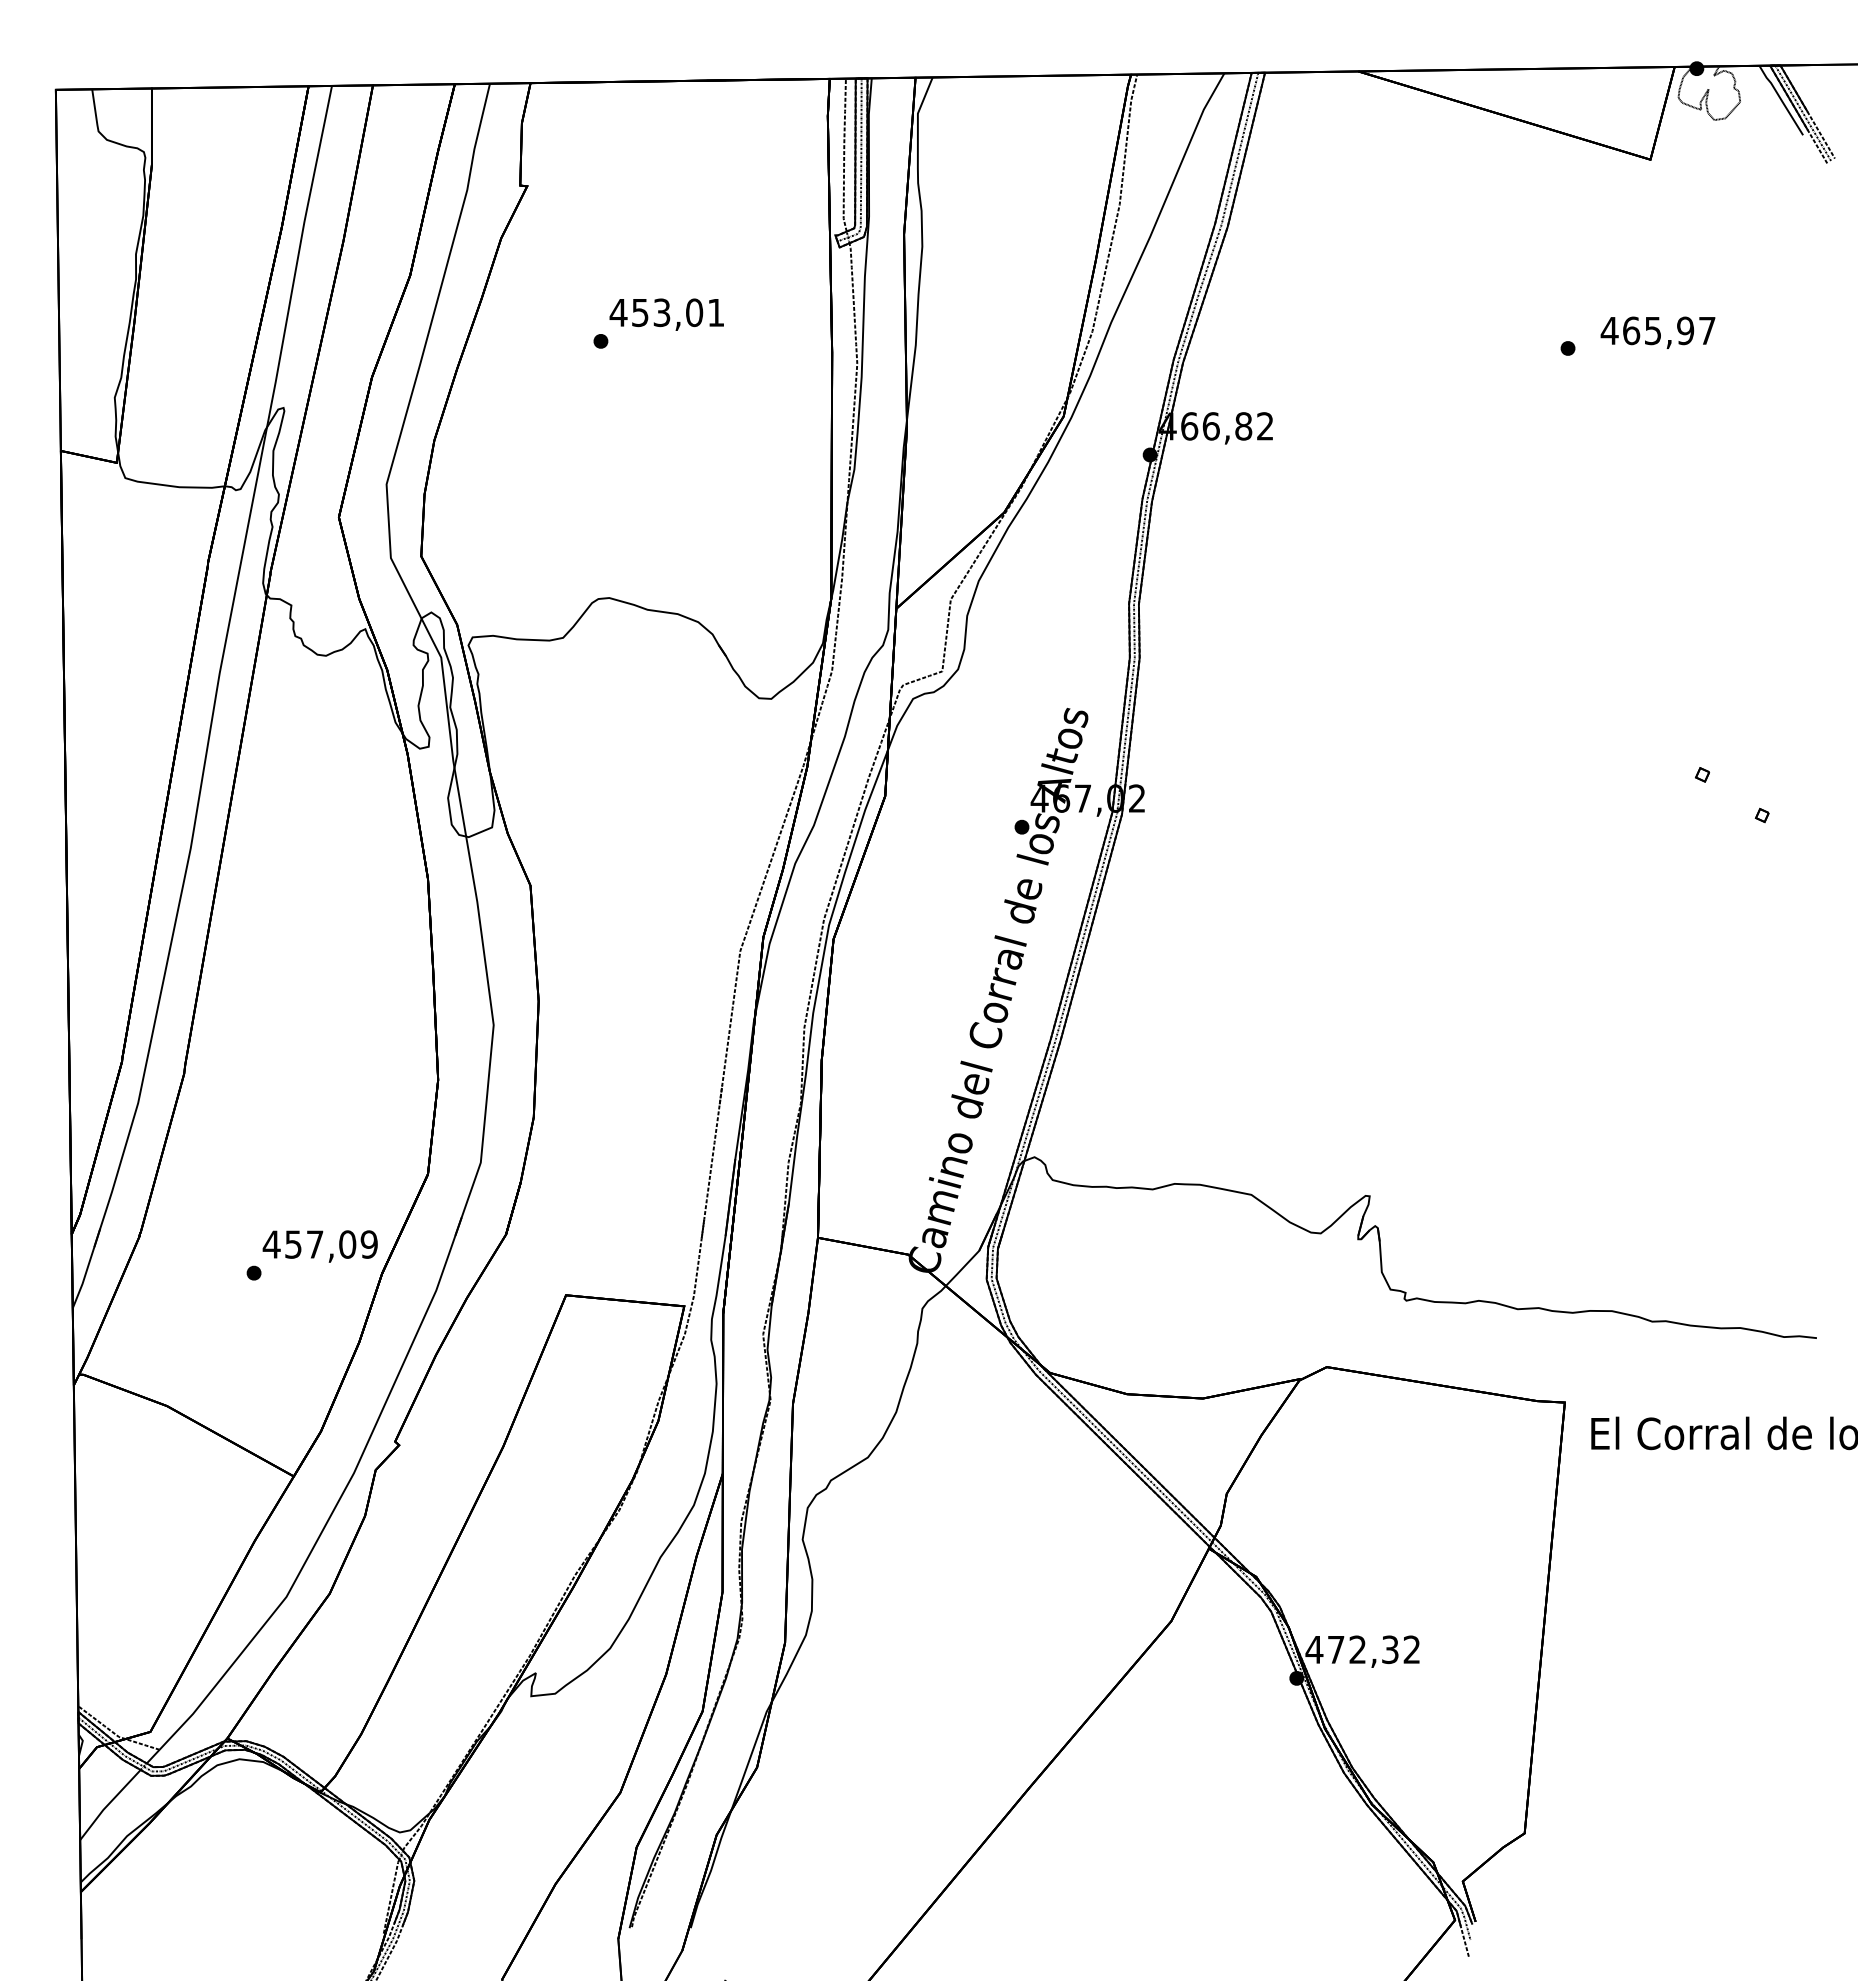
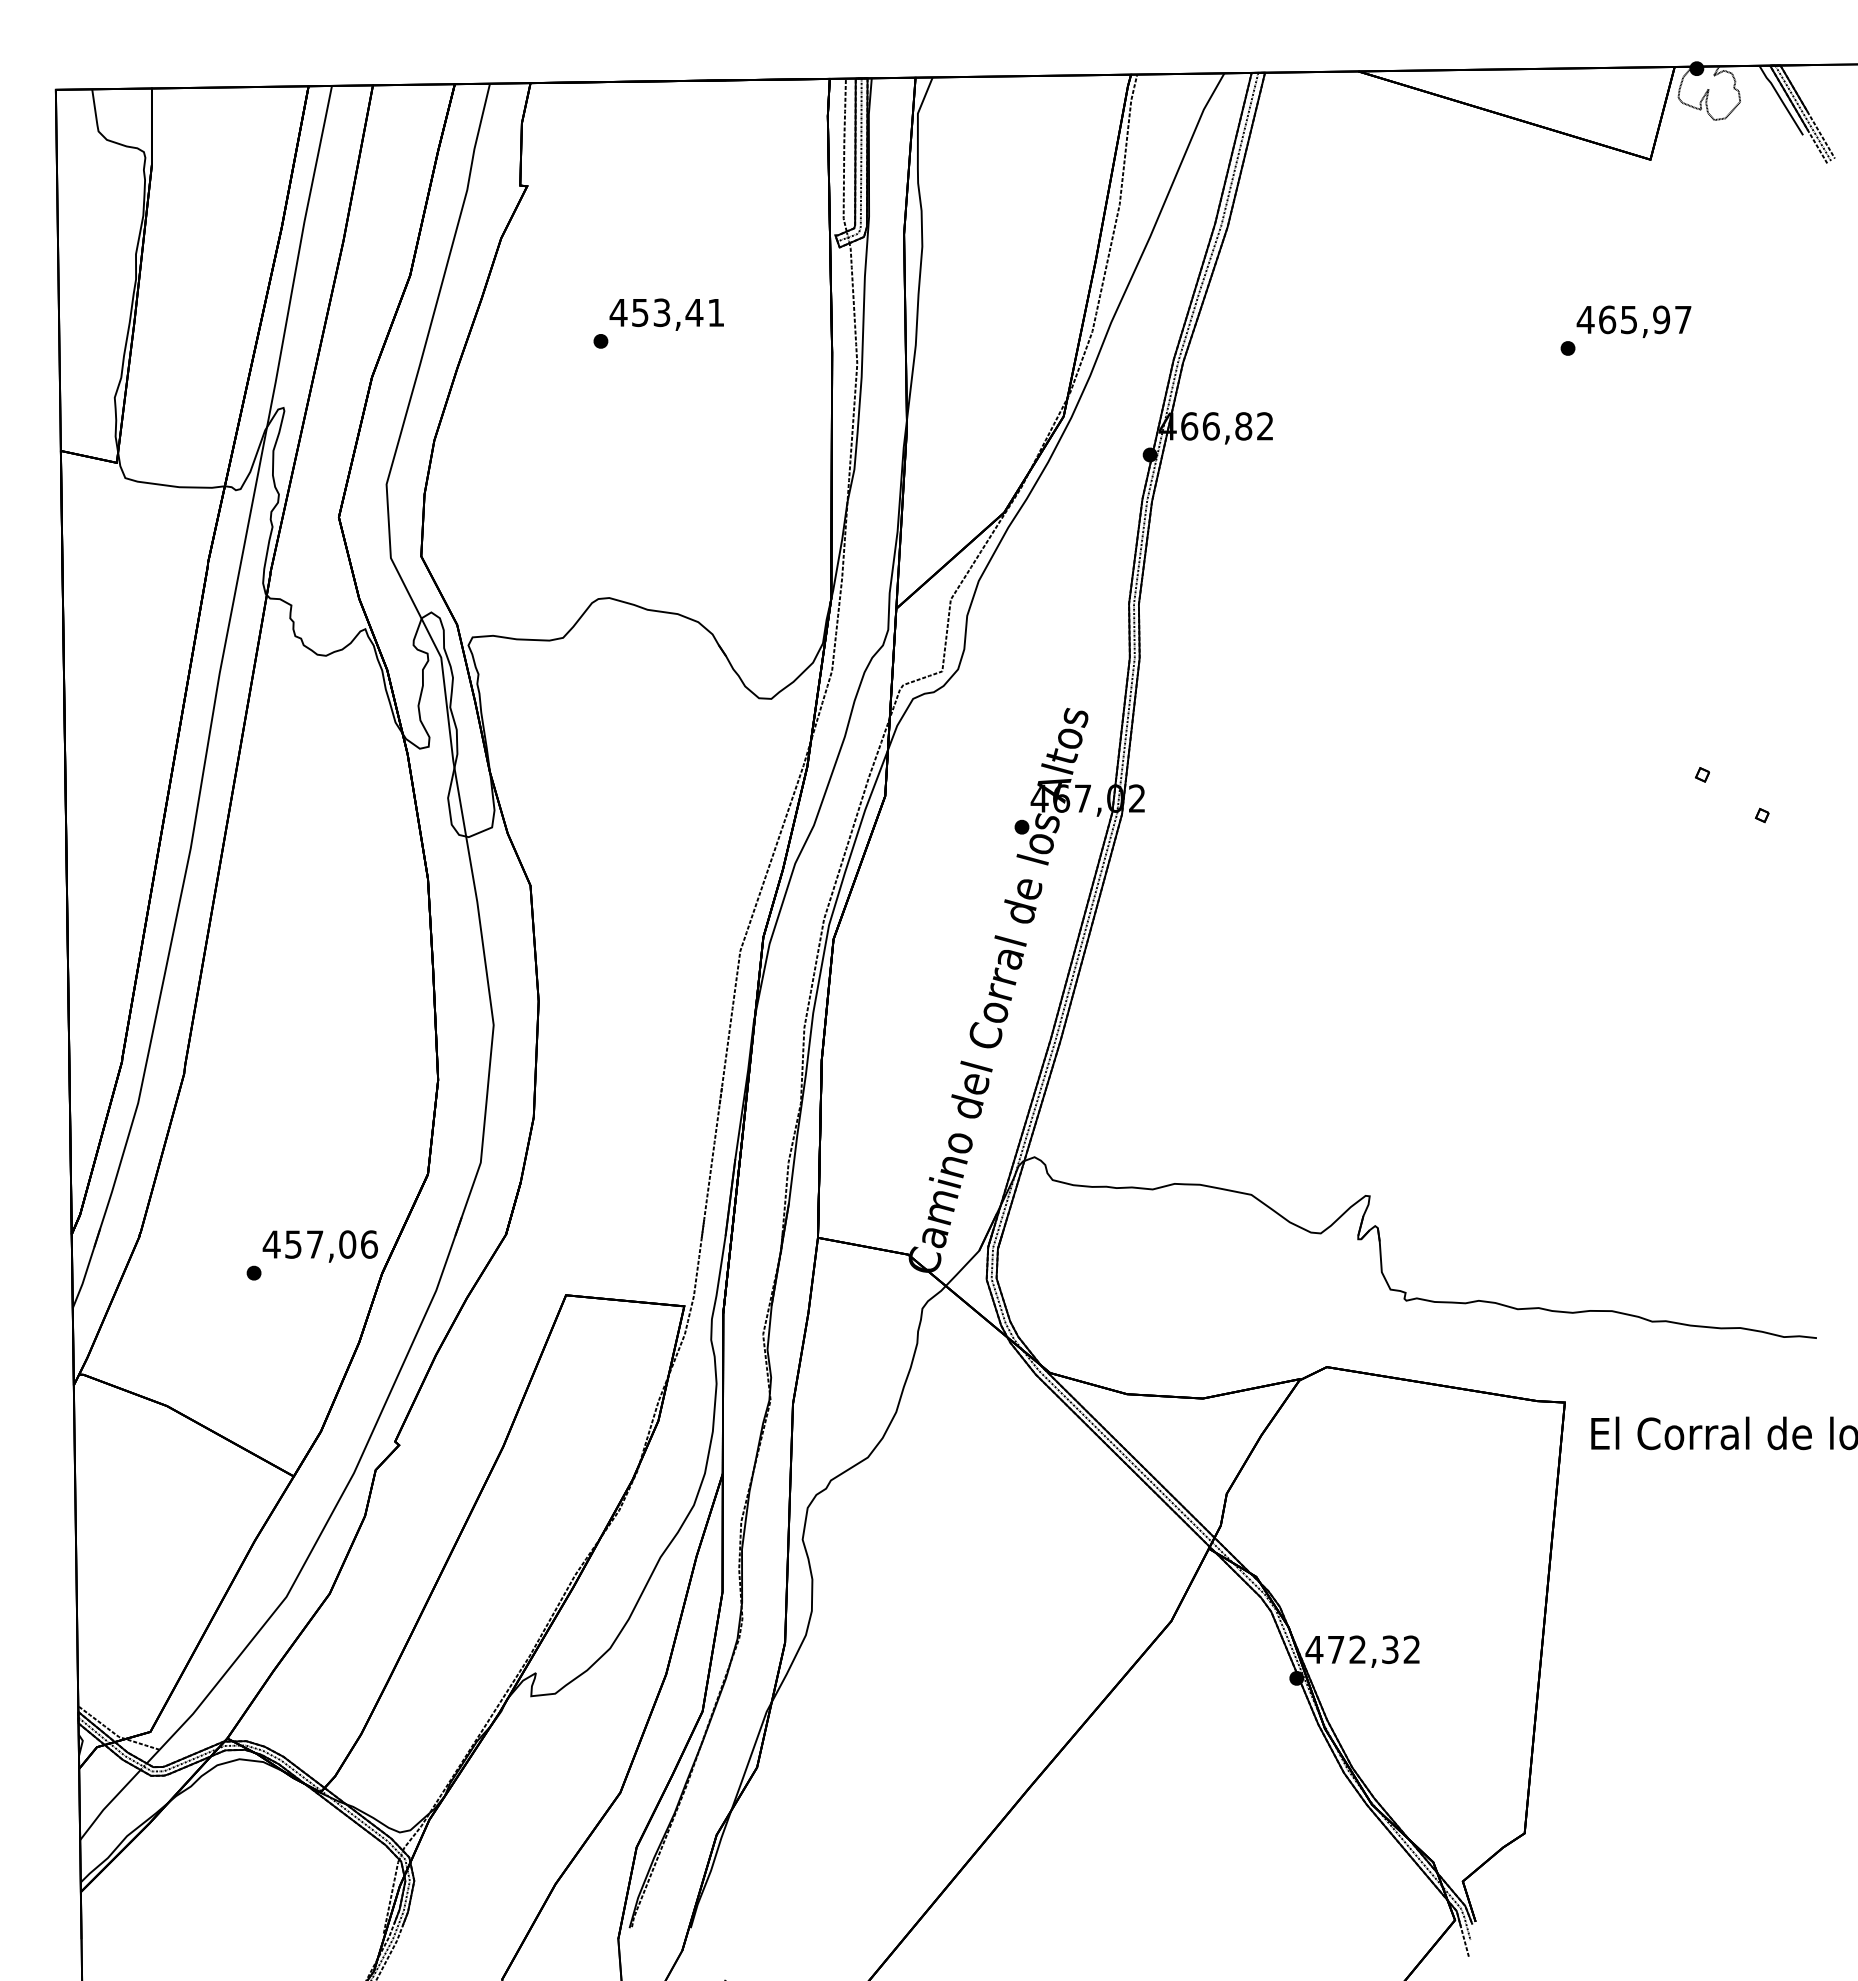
text at (694, 312): 453,01 -> 453,41
text at (1657, 332) position: (1657, 332) -> (1633, 321)
text at (369, 1244): 457,09 -> 457,06
